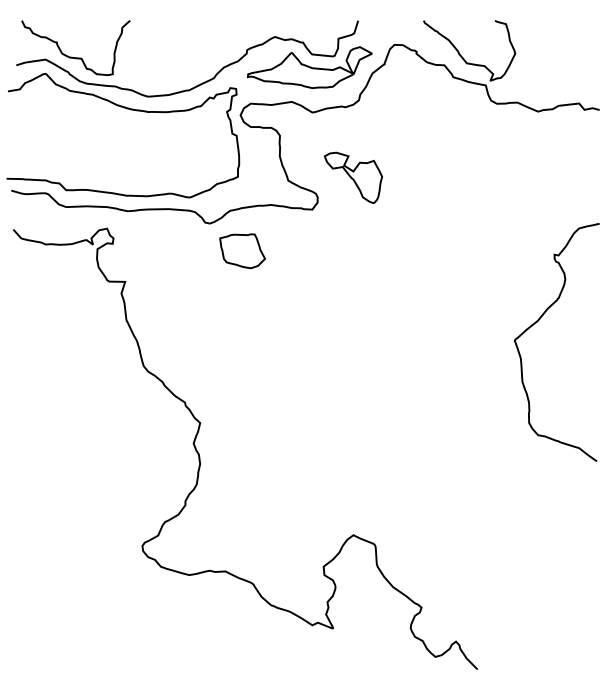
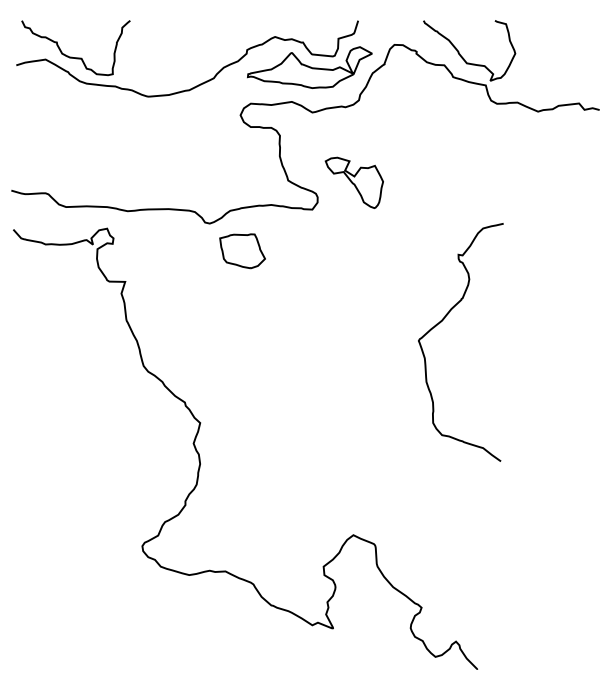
curve at (131, 110): present -> none
part at (352, 177) position: (352, 177) -> (353, 182)
curve at (537, 322) position: (537, 322) -> (441, 322)
